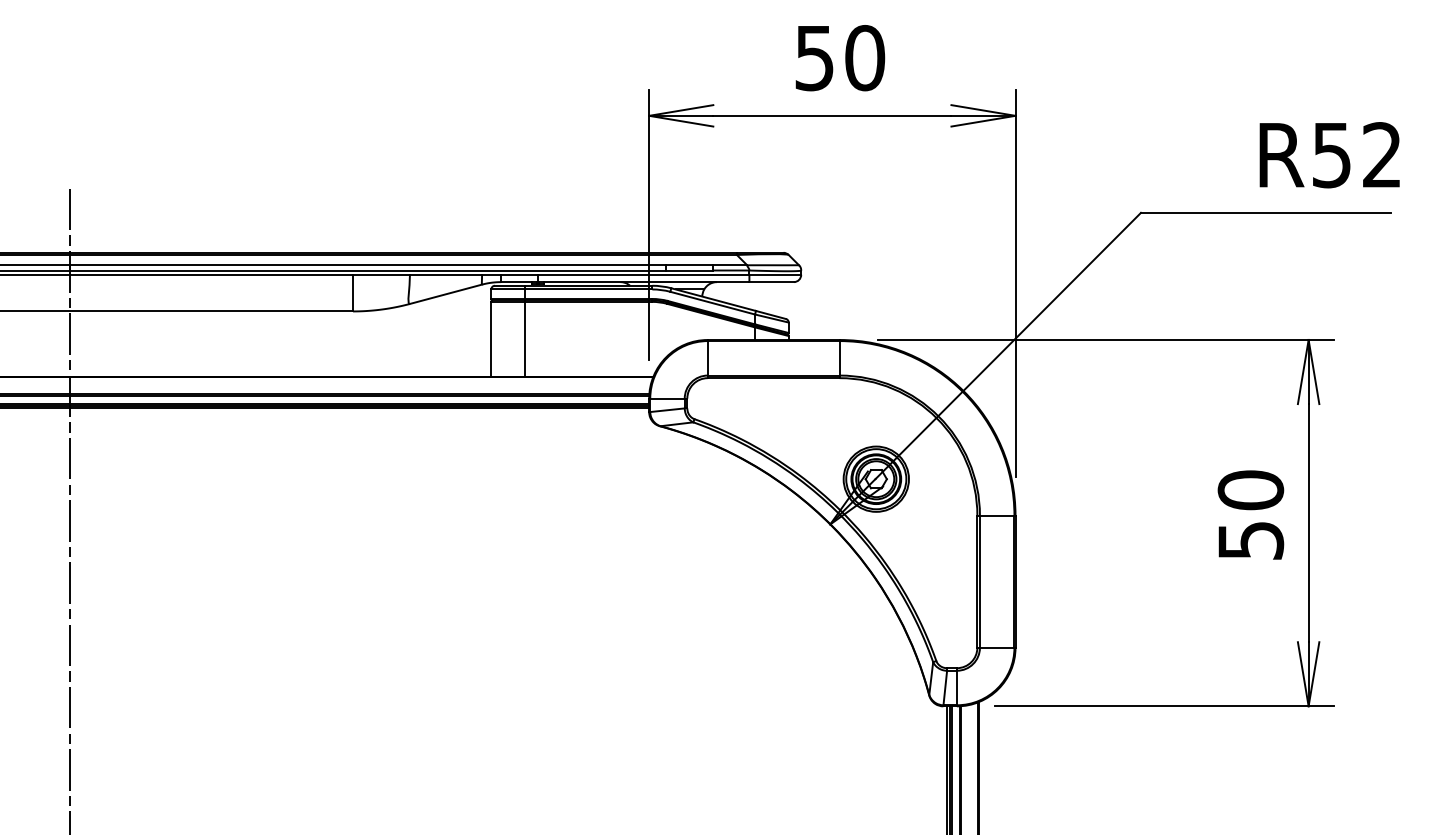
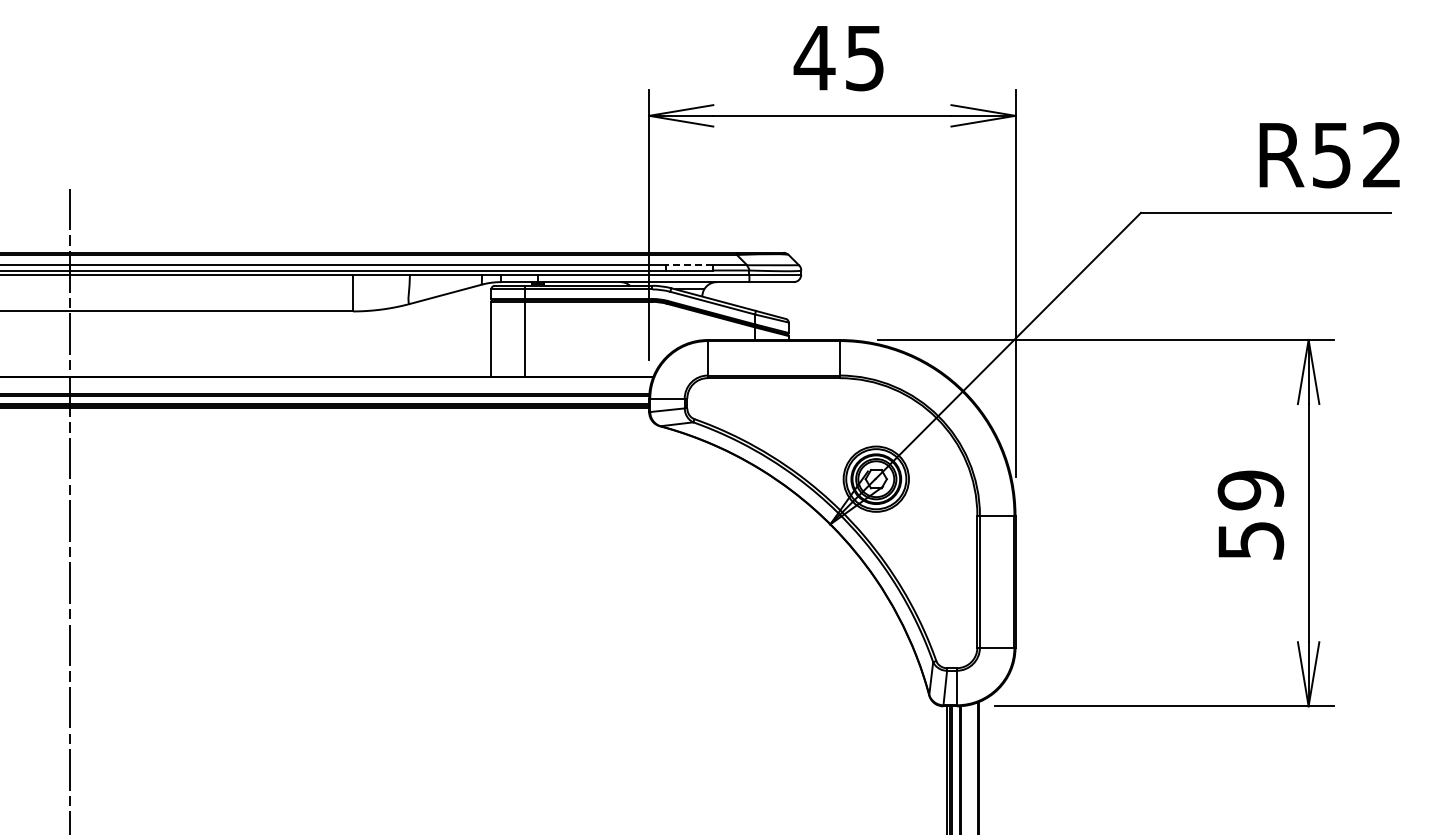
text at (839, 58): 50 -> 45
line at (689, 265): solid -> dashed
text at (1250, 490): 50 -> 59
